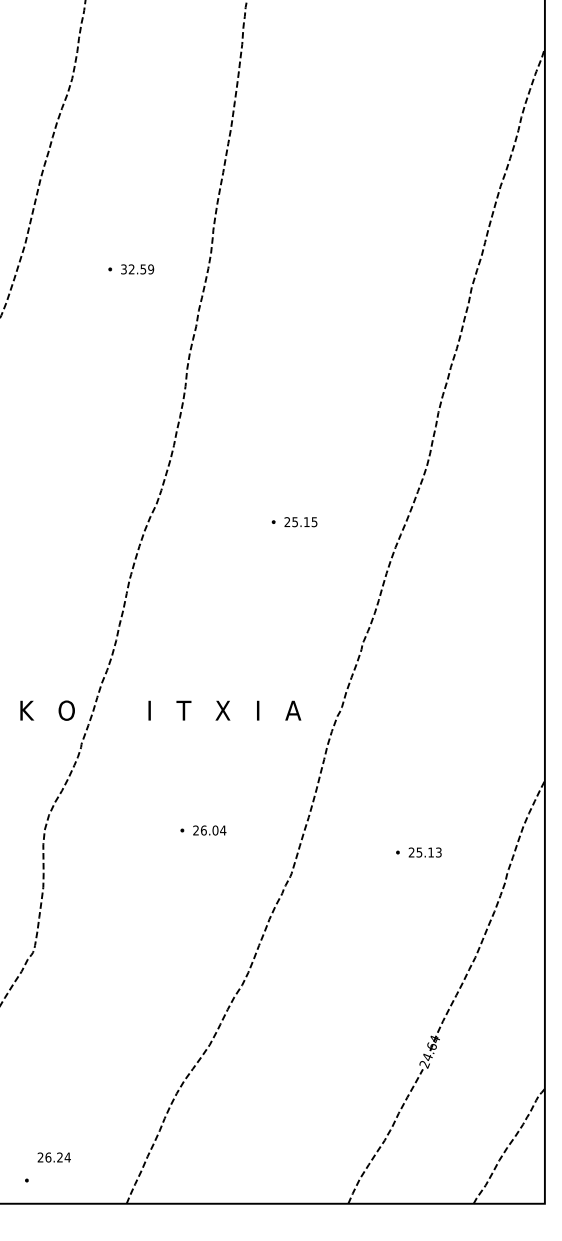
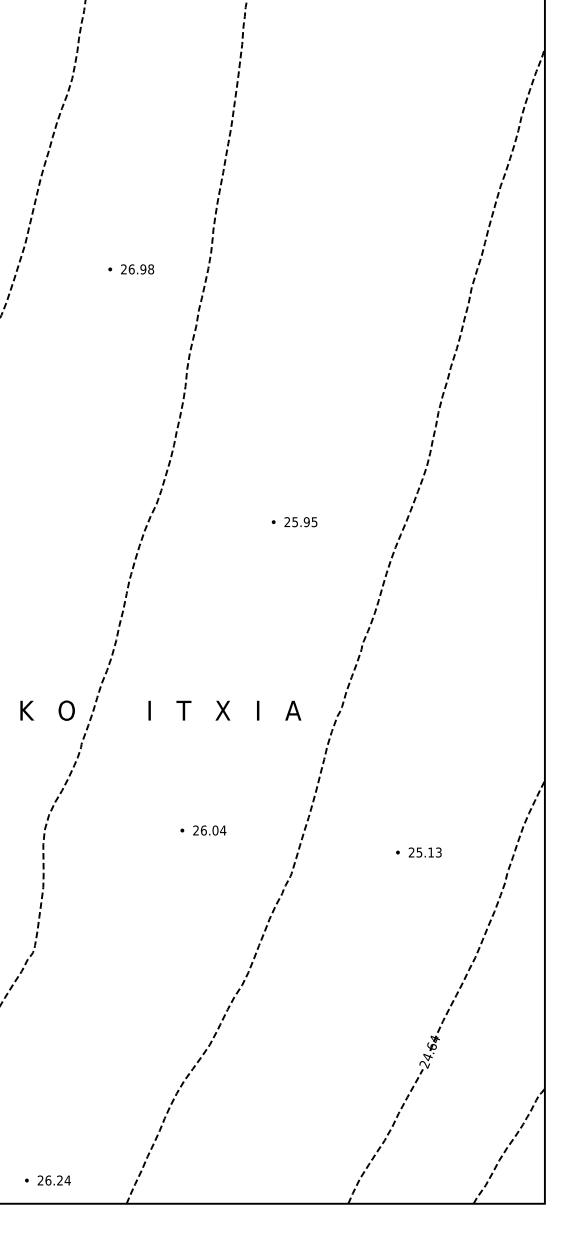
text at (137, 269): 32.59 -> 26.98
text at (306, 522): 25.15 -> 25.95
text at (53, 1157) position: (53, 1157) -> (53, 1180)
